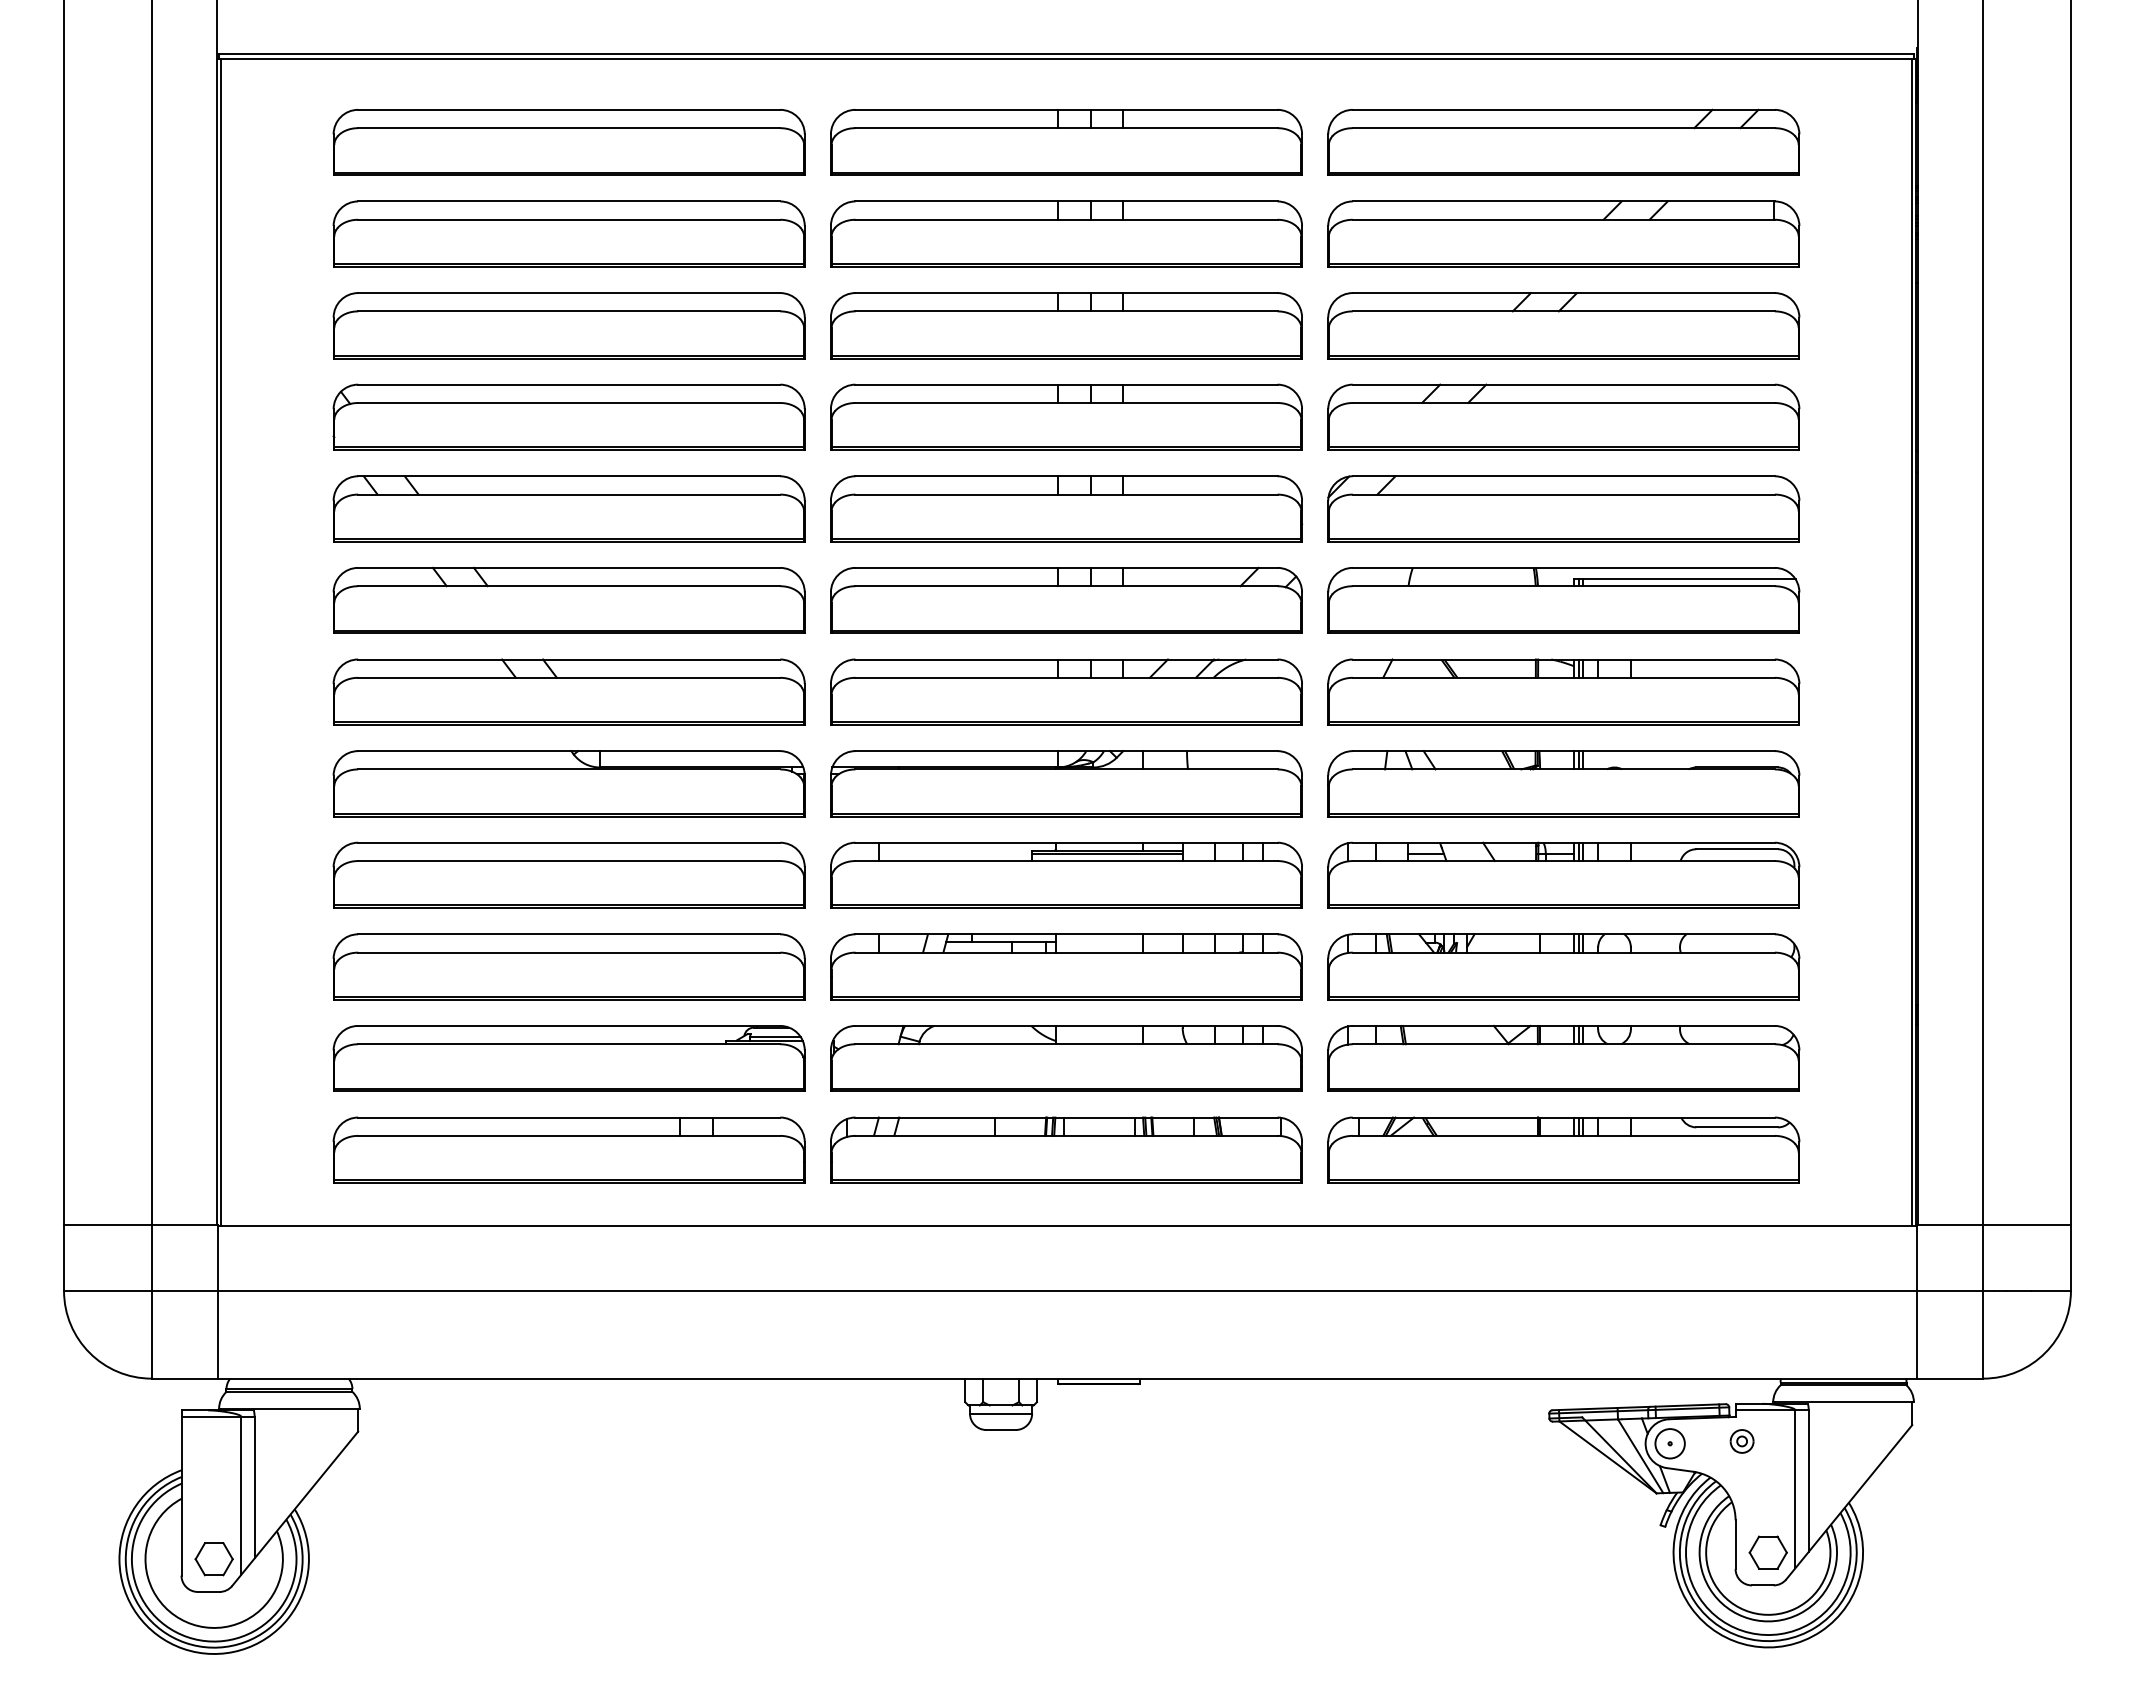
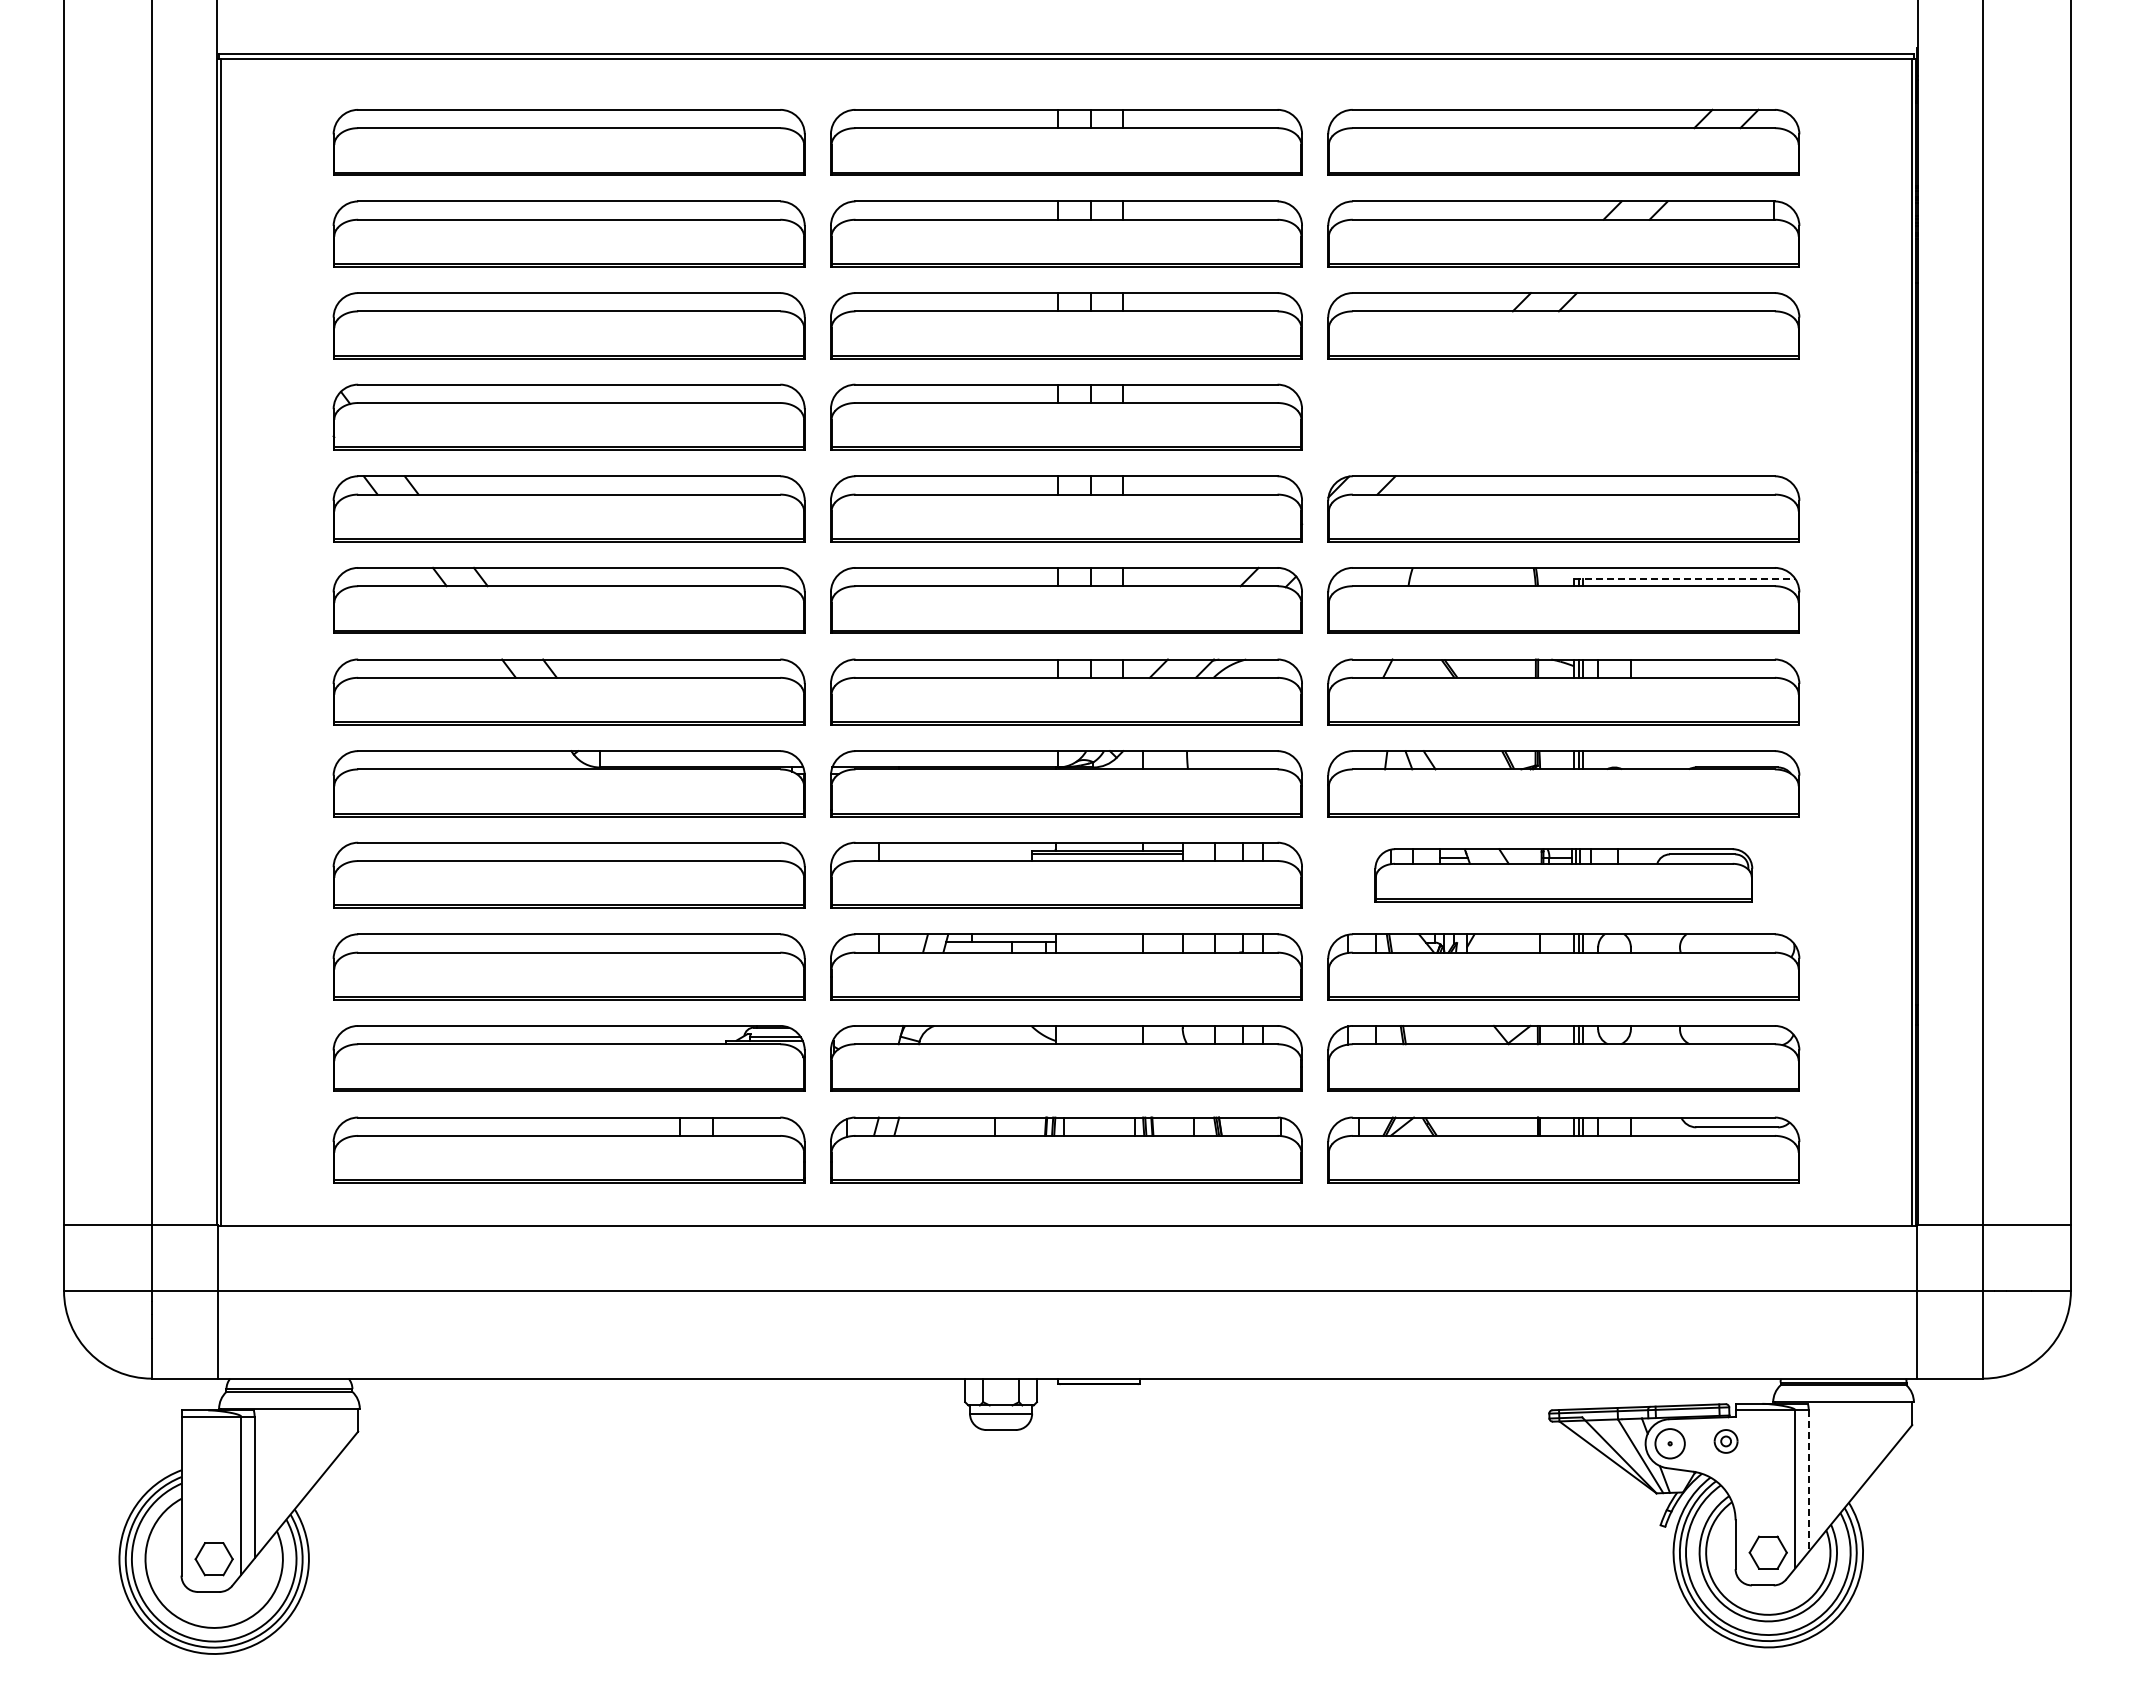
part at (1563, 416): present -> none
line at (1684, 579): solid -> dashed
part at (1563, 874) size: 474x68 px -> 380x55 px
part at (1741, 1441) position: (1741, 1441) -> (1725, 1441)
line at (1808, 1481): solid -> dashed
